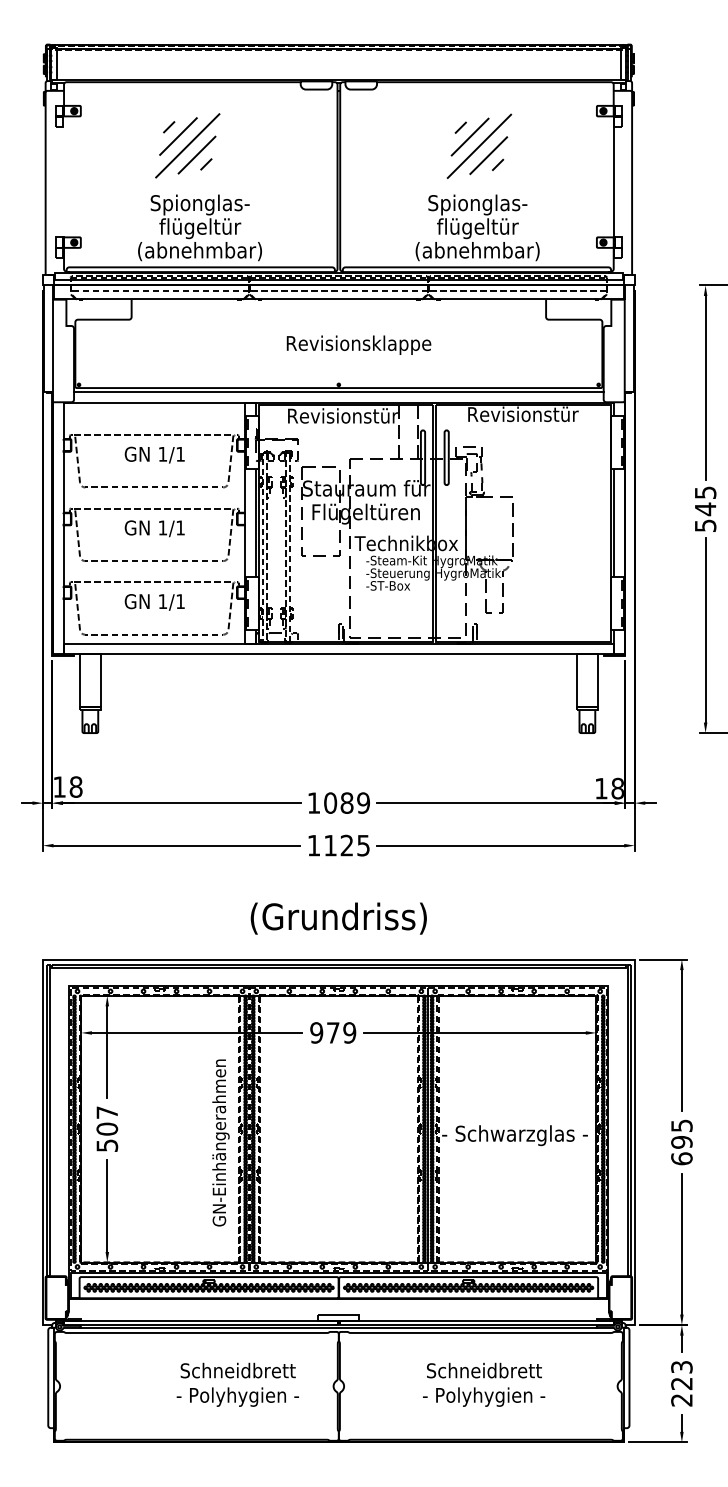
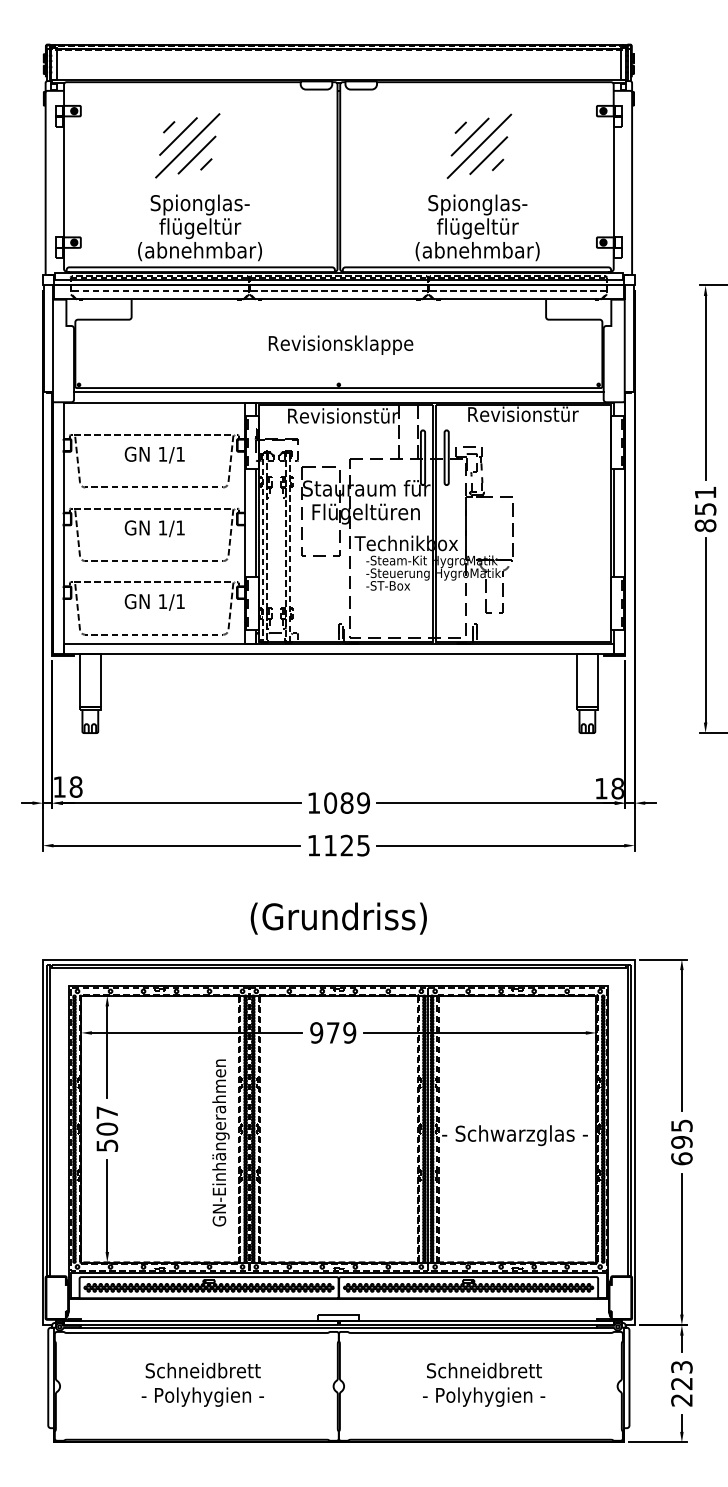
line at (64, 176): none -> present
text at (358, 344) position: (358, 344) -> (340, 344)
text at (705, 509): 545 -> 851
text at (237, 1384) position: (237, 1384) -> (202, 1384)
